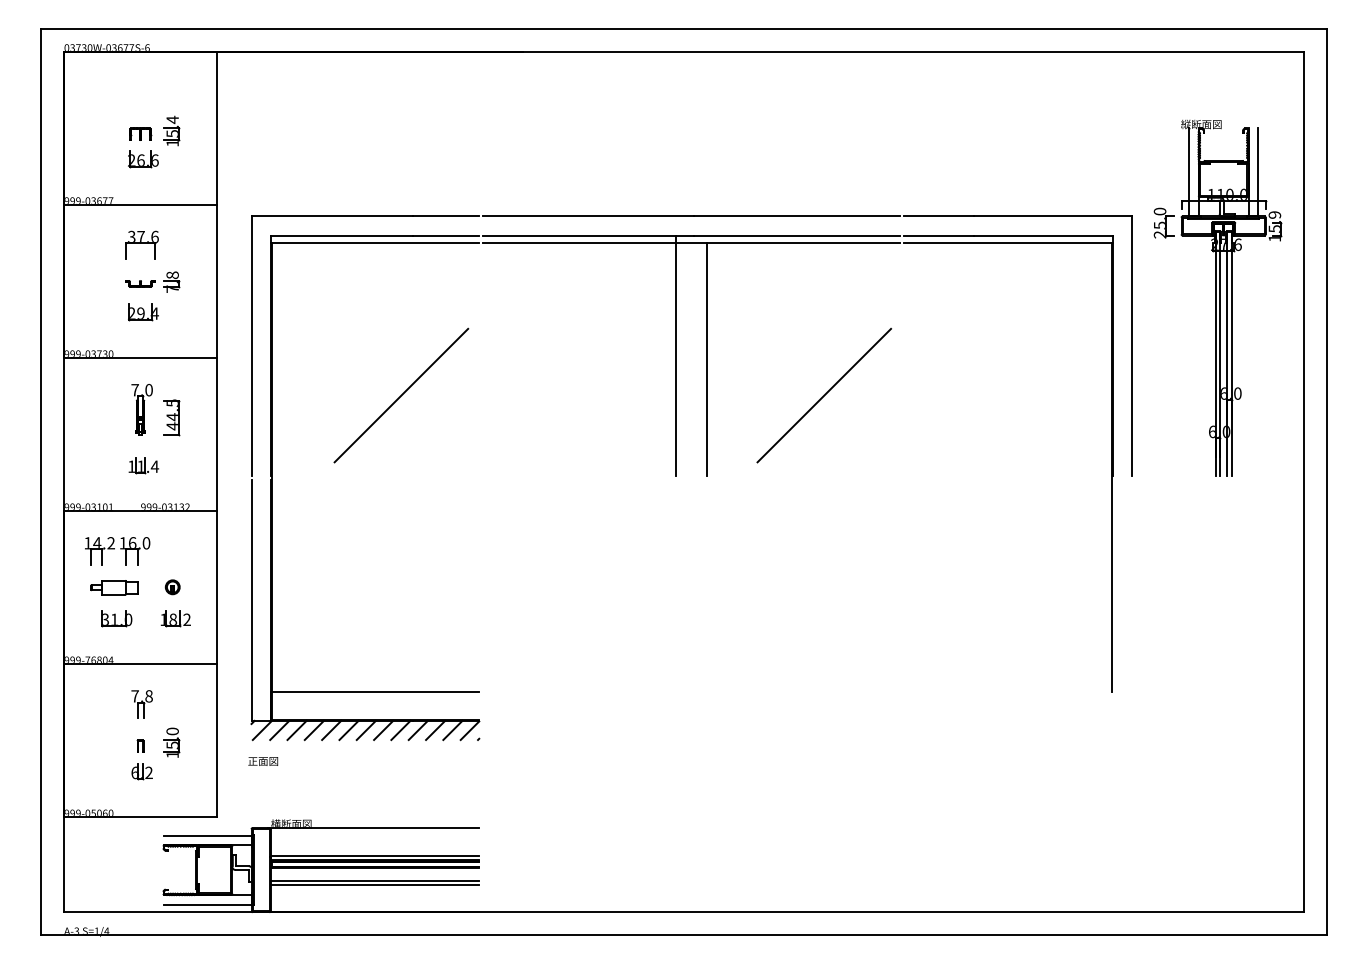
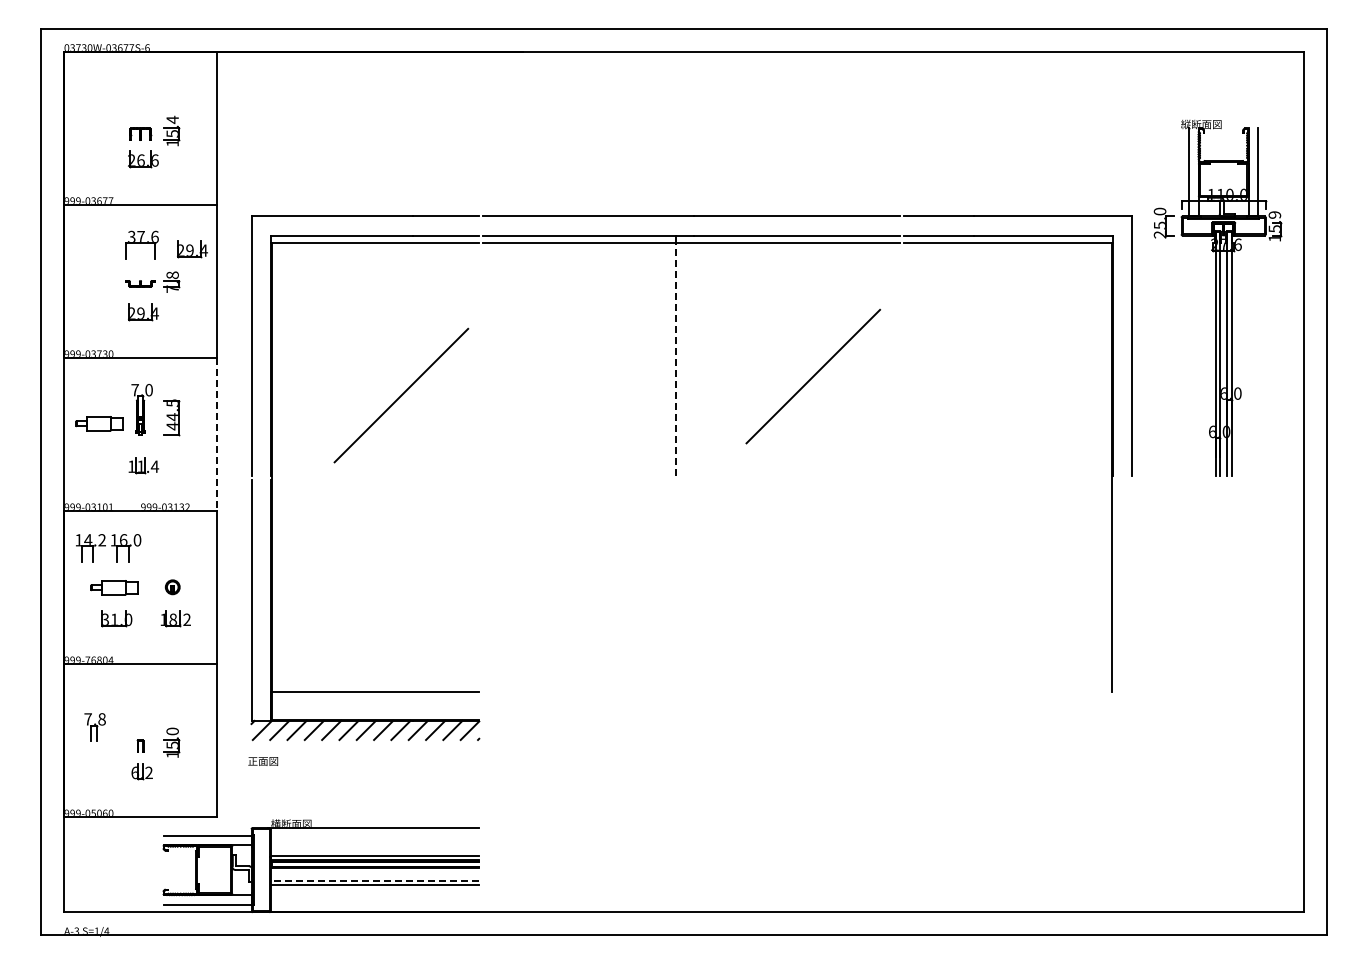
part at (192, 249): none -> present
line at (676, 359): solid -> dashed
line at (706, 359): present -> none
line at (824, 395) position: (824, 395) -> (813, 376)
part at (99, 423): none -> present
line at (217, 434): solid -> dashed
part at (117, 551) position: (117, 551) -> (108, 548)
part at (141, 704) position: (141, 704) -> (94, 727)
line at (374, 880): solid -> dashed
